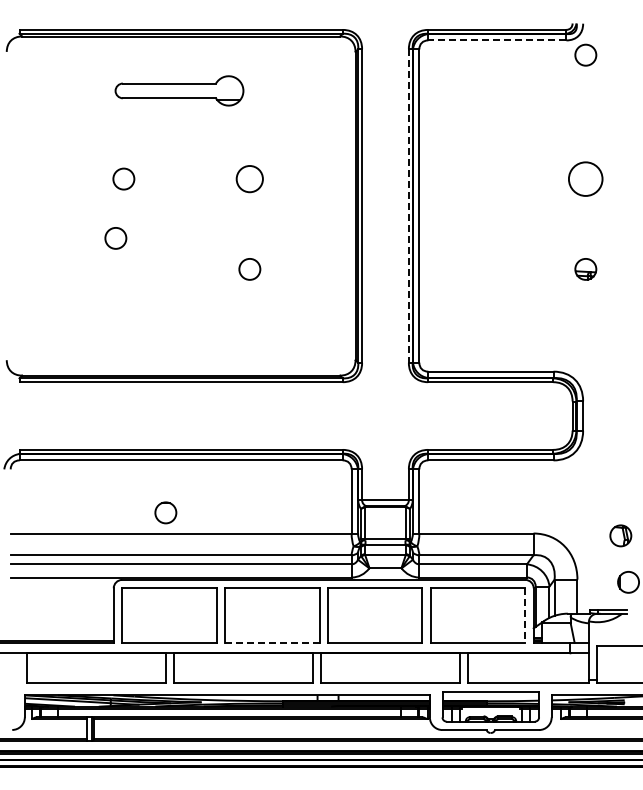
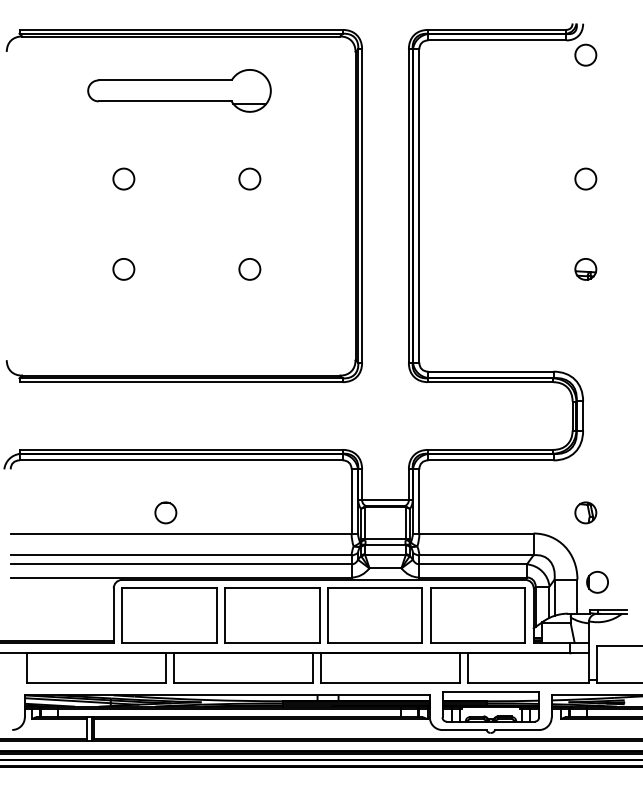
line at (496, 40): dashed -> solid
part at (179, 90) size: 131x32 px -> 185x44 px
circle at (585, 178) size: 36x36 px -> 24x24 px
circle at (249, 179) size: 29x29 px -> 24x24 px
line at (408, 206): dashed -> solid
circle at (115, 238) position: (115, 238) -> (123, 269)
part at (620, 535) position: (620, 535) -> (585, 512)
circle at (628, 582) position: (628, 582) -> (597, 582)
line at (525, 616): dashed -> solid
line at (272, 642): dashed -> solid
